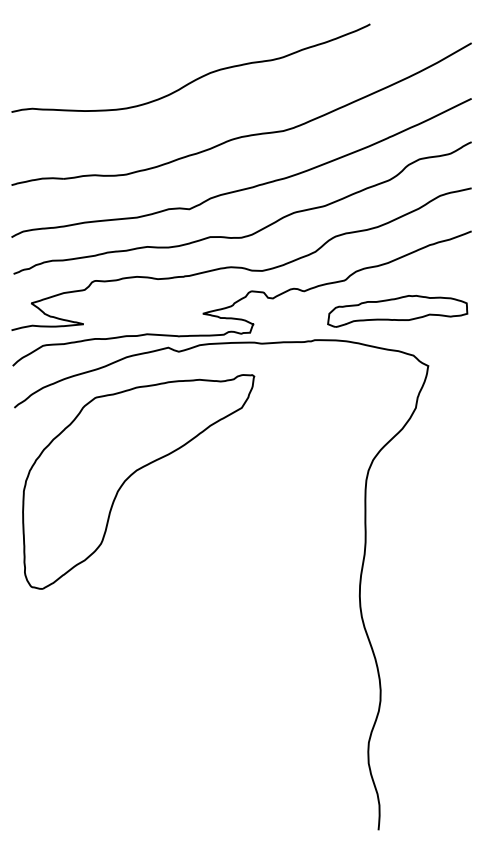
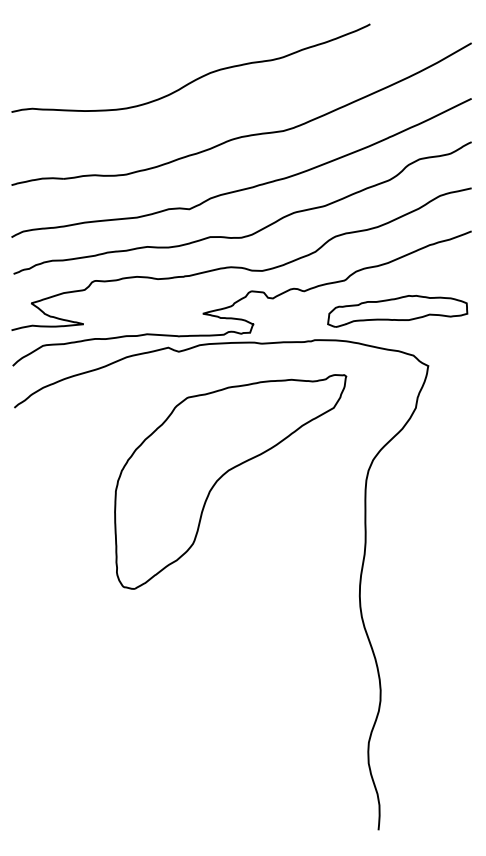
part at (132, 475) position: (132, 475) -> (224, 475)
